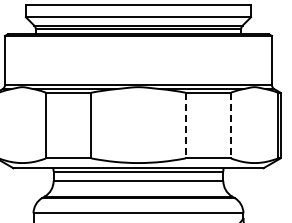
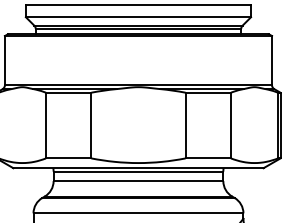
line at (185, 125): dashed -> solid
line at (230, 125): dashed -> solid
